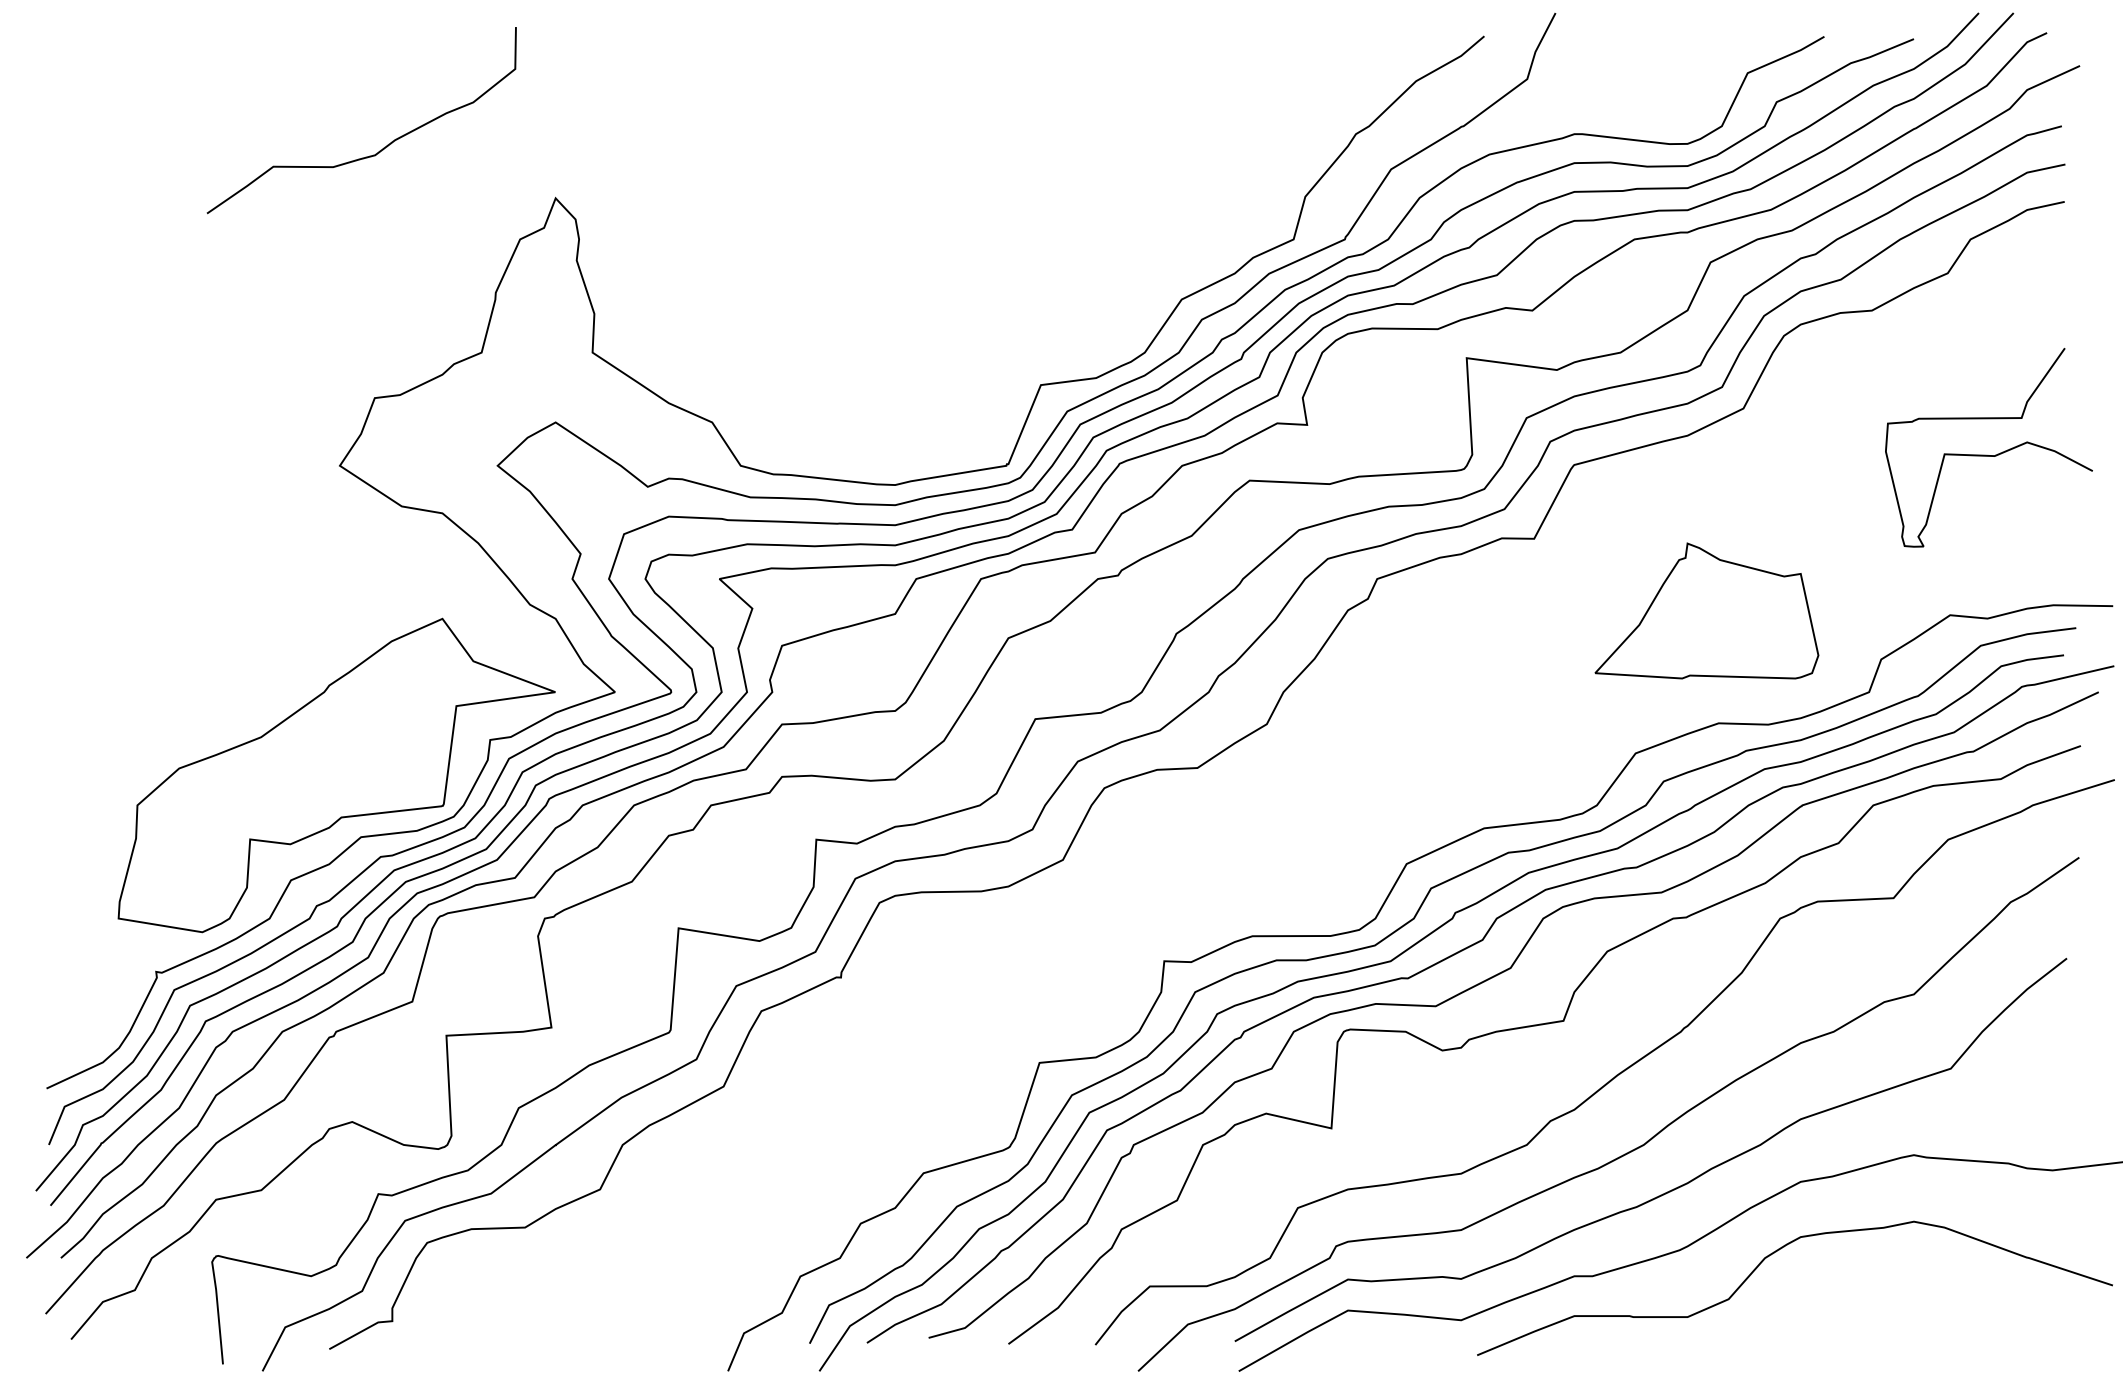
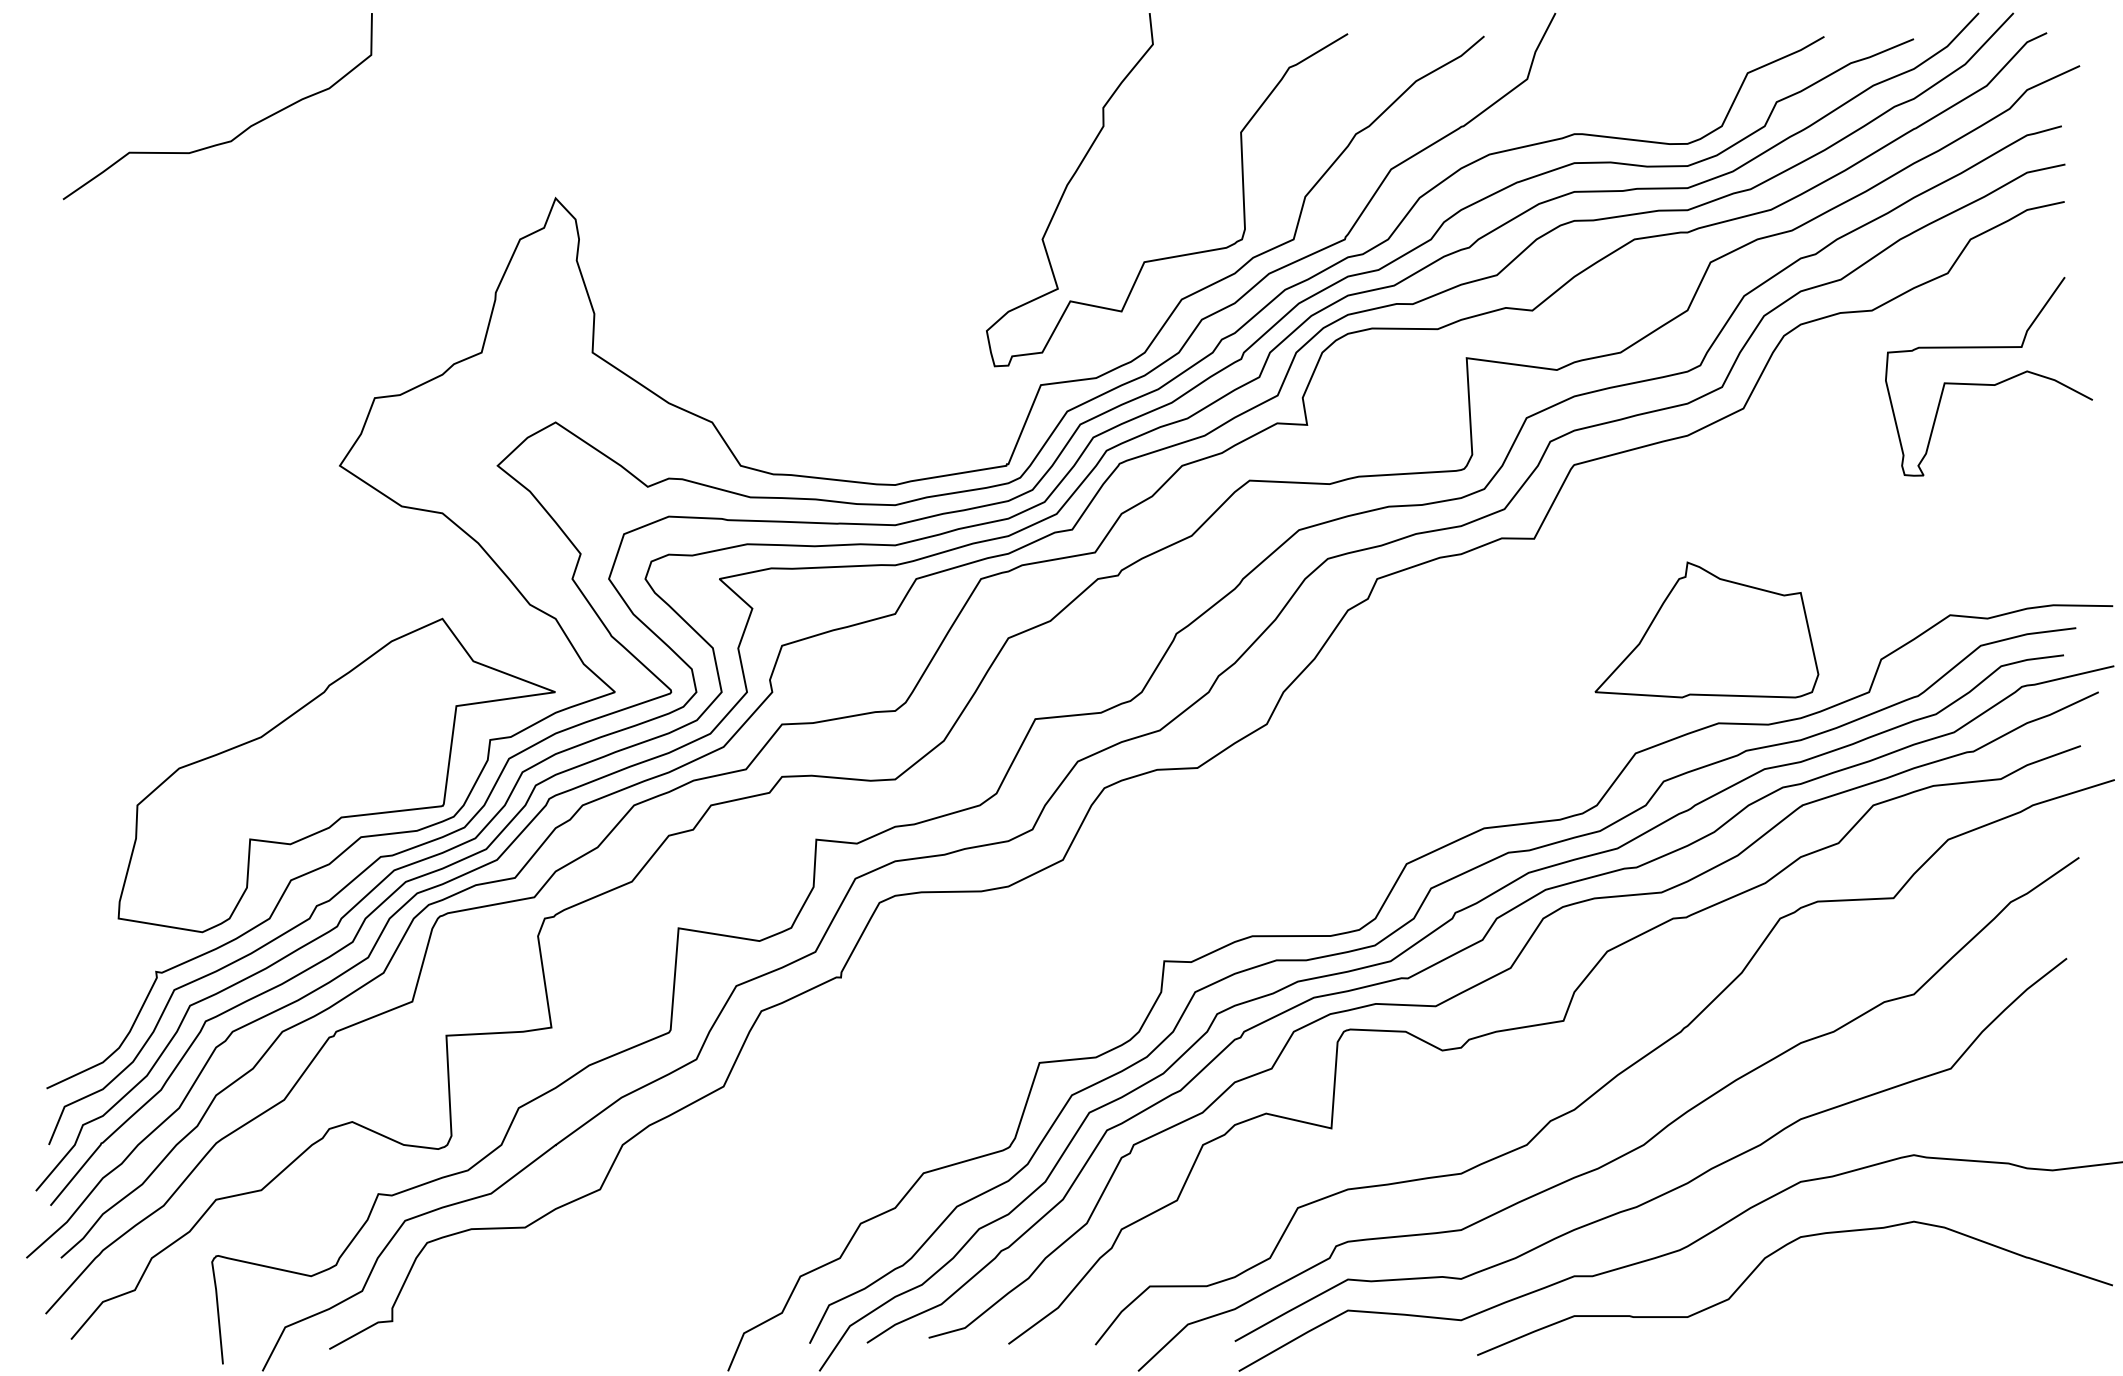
curve at (383, 147) position: (383, 147) -> (239, 133)
curve at (1180, 254): none -> present
curve at (1987, 454) position: (1987, 454) -> (1987, 383)
part at (1706, 610) position: (1706, 610) -> (1706, 629)
